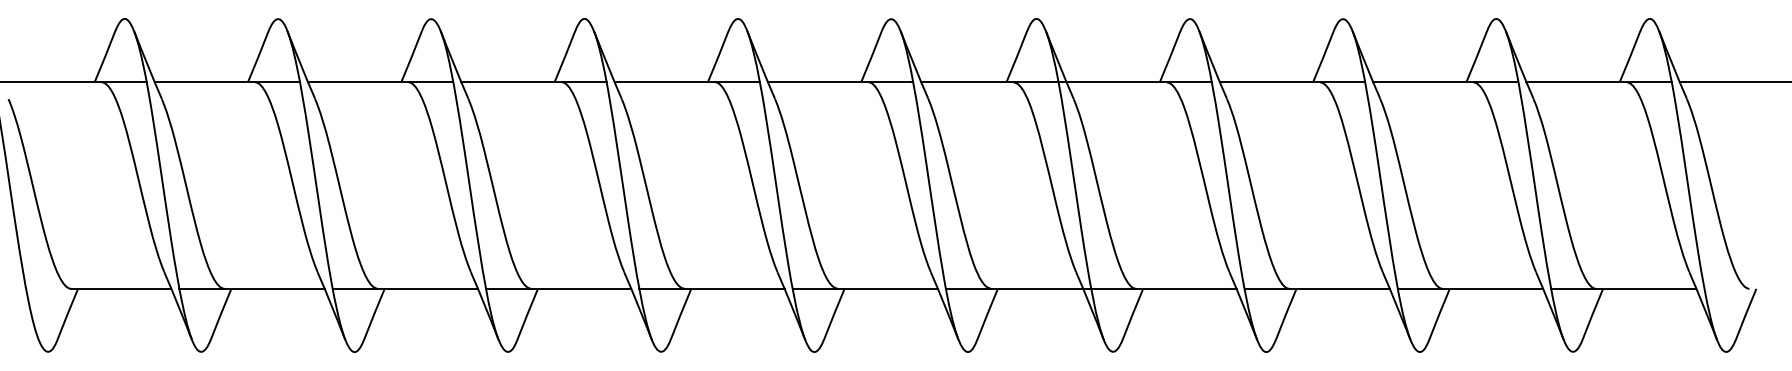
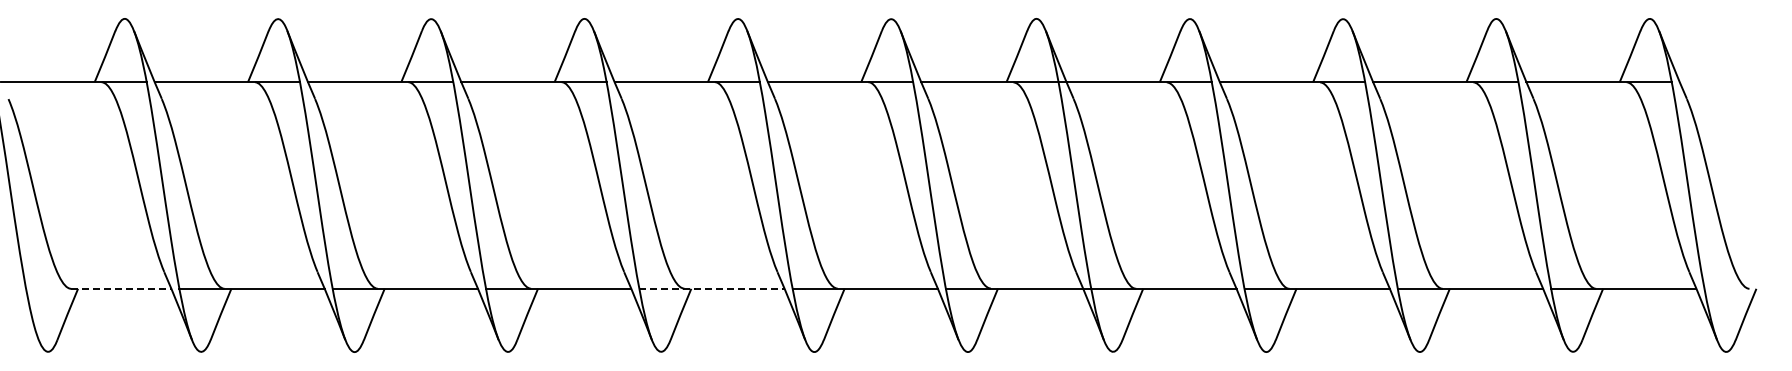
line at (1733, 82): present -> none
line at (121, 288): solid -> dashed
line at (711, 288): solid -> dashed
